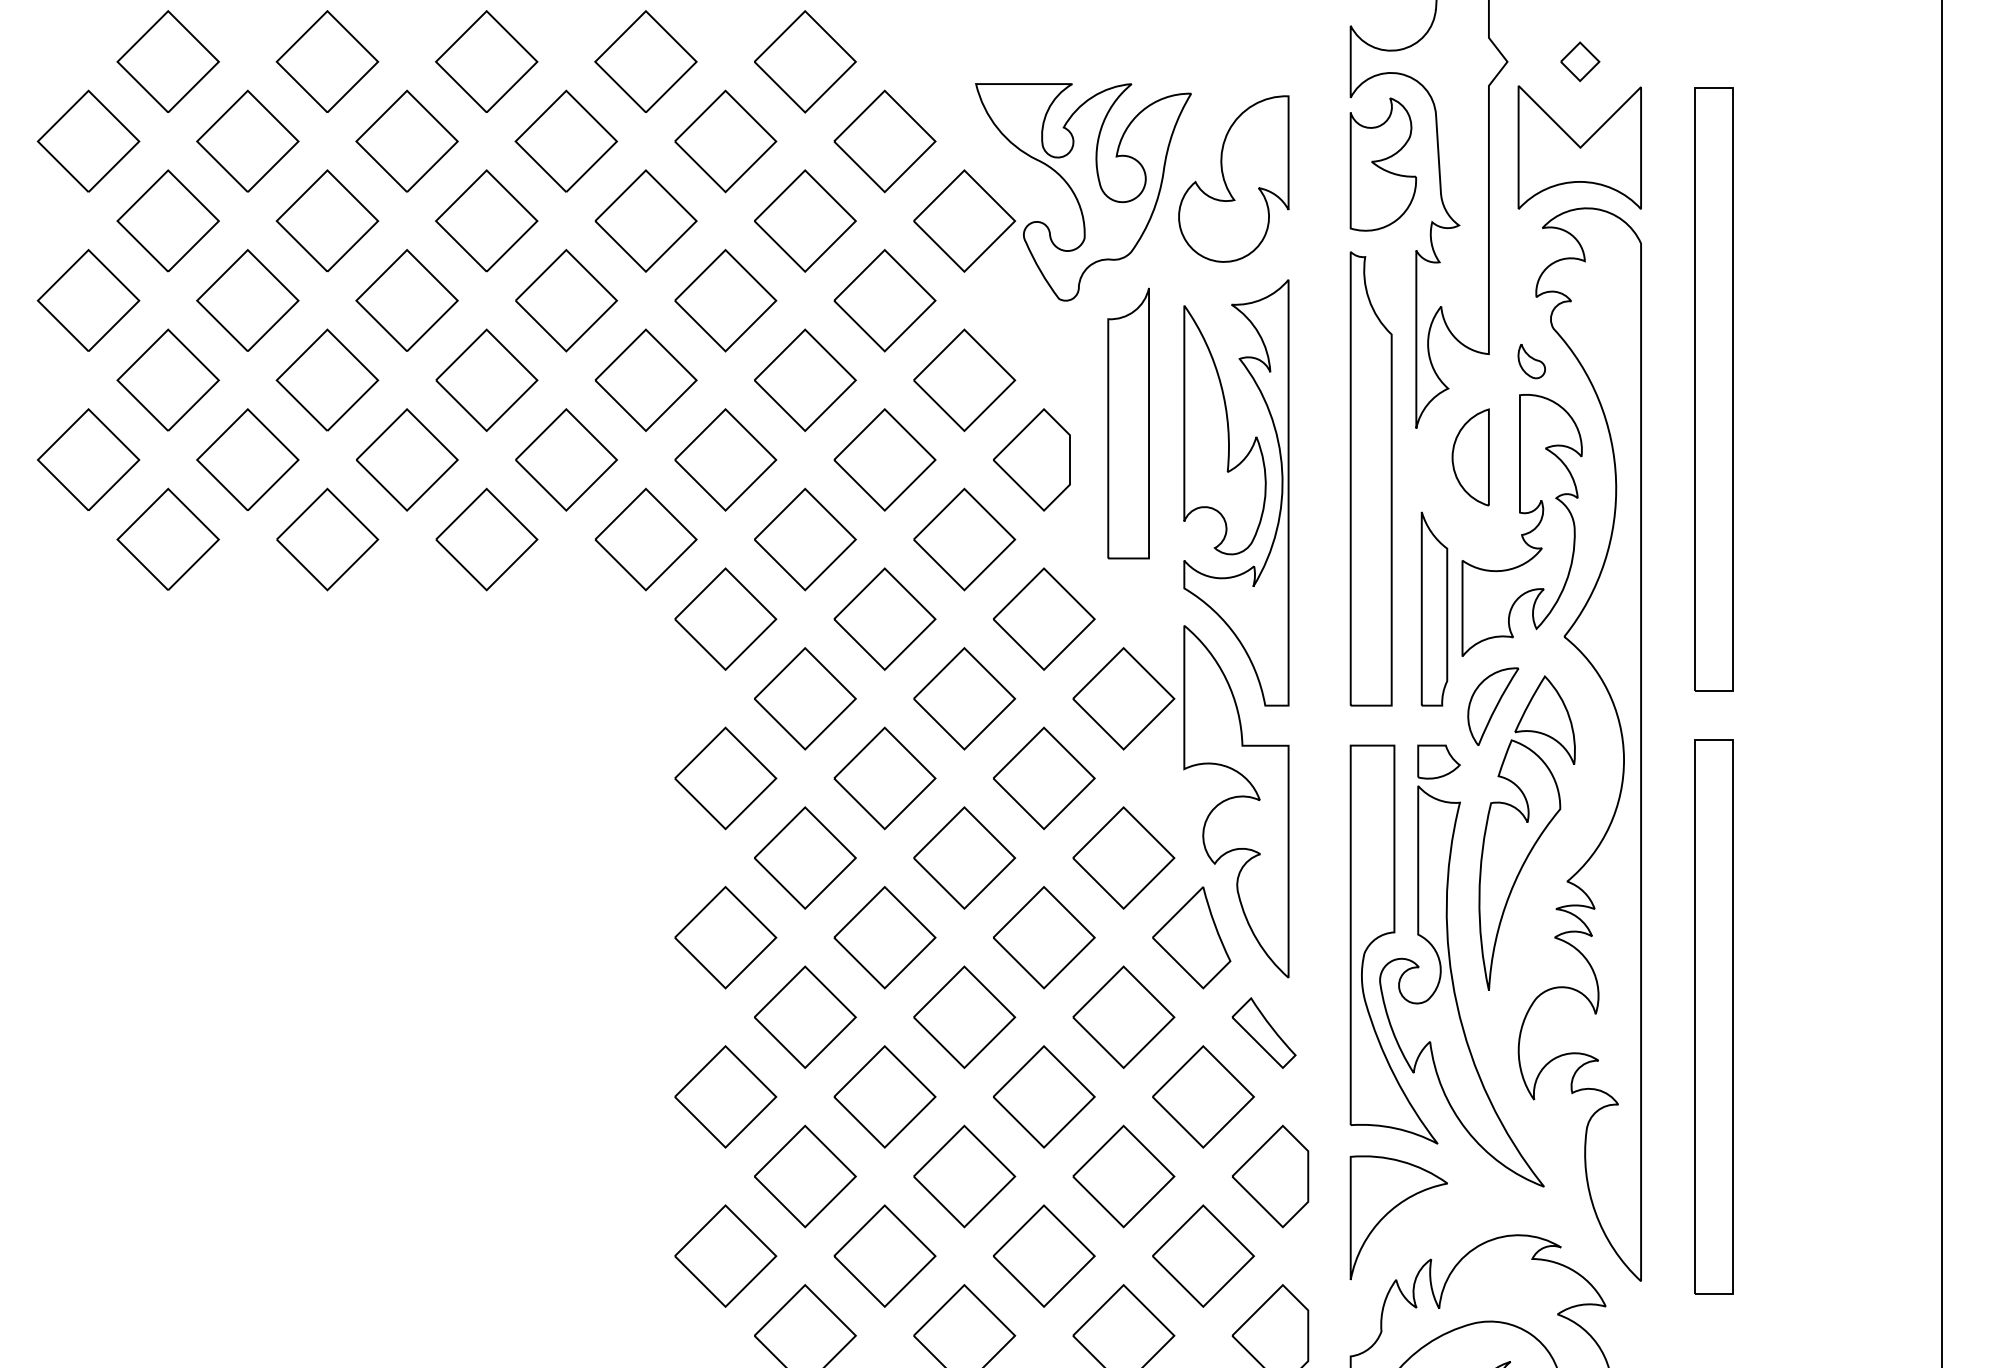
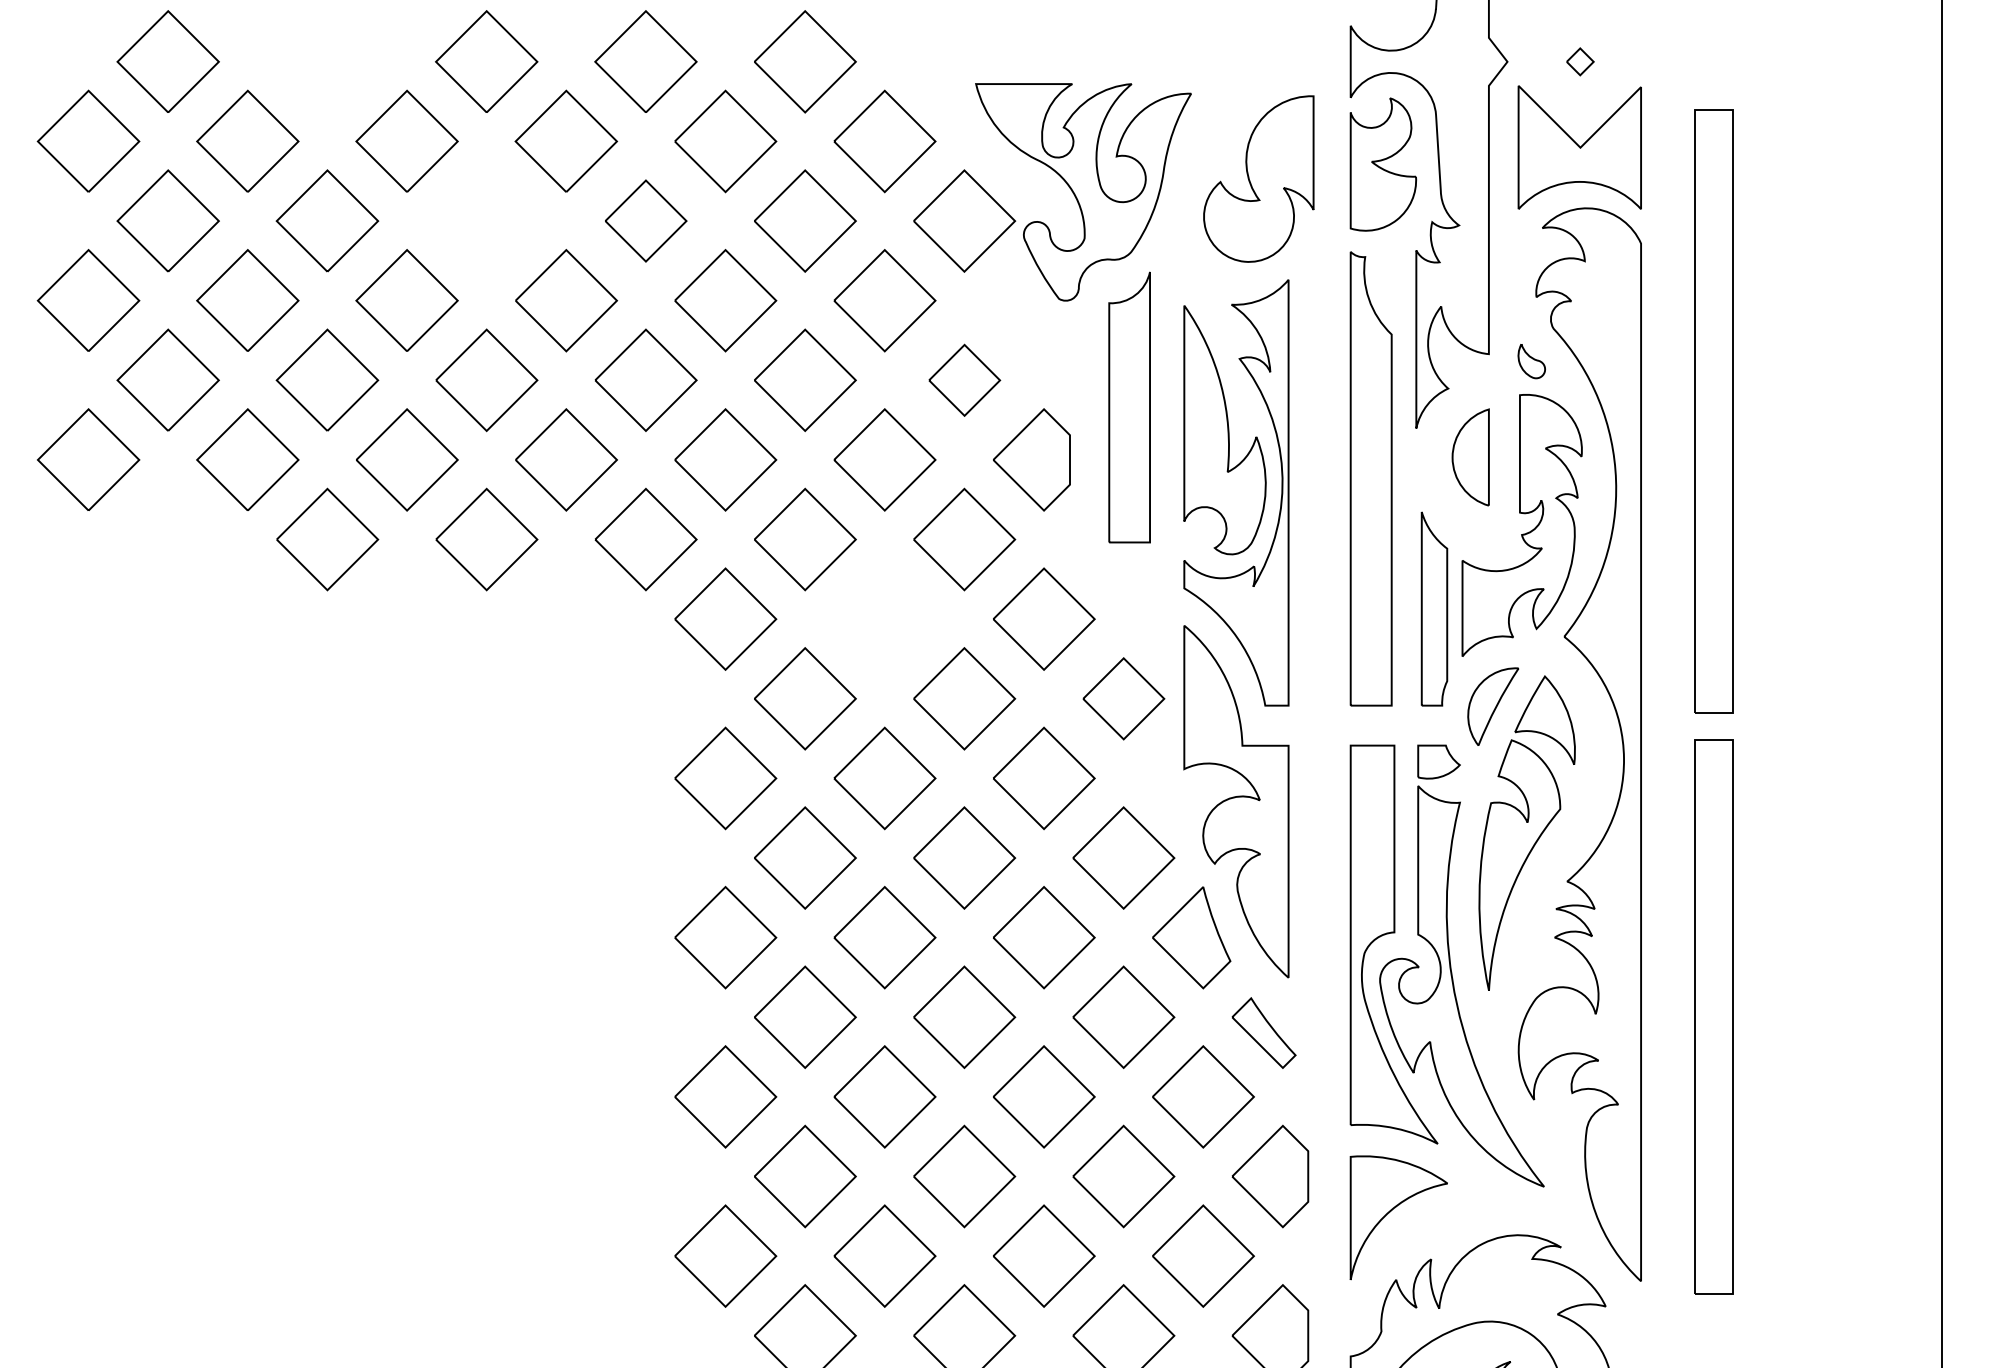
part at (327, 61): present -> none
part at (1580, 61) size: 41x42 px -> 29x30 px
part at (1233, 178) position: (1233, 178) -> (1258, 178)
part at (486, 220): present -> none
part at (645, 220) size: 104x104 px -> 83x84 px
part at (964, 380) size: 104x105 px -> 74x74 px
part at (1713, 389) position: (1713, 389) -> (1713, 411)
part at (1128, 423) position: (1128, 423) -> (1129, 407)
part at (167, 538): present -> none
part at (884, 618): present -> none
part at (1123, 698) size: 104x104 px -> 84x84 px
